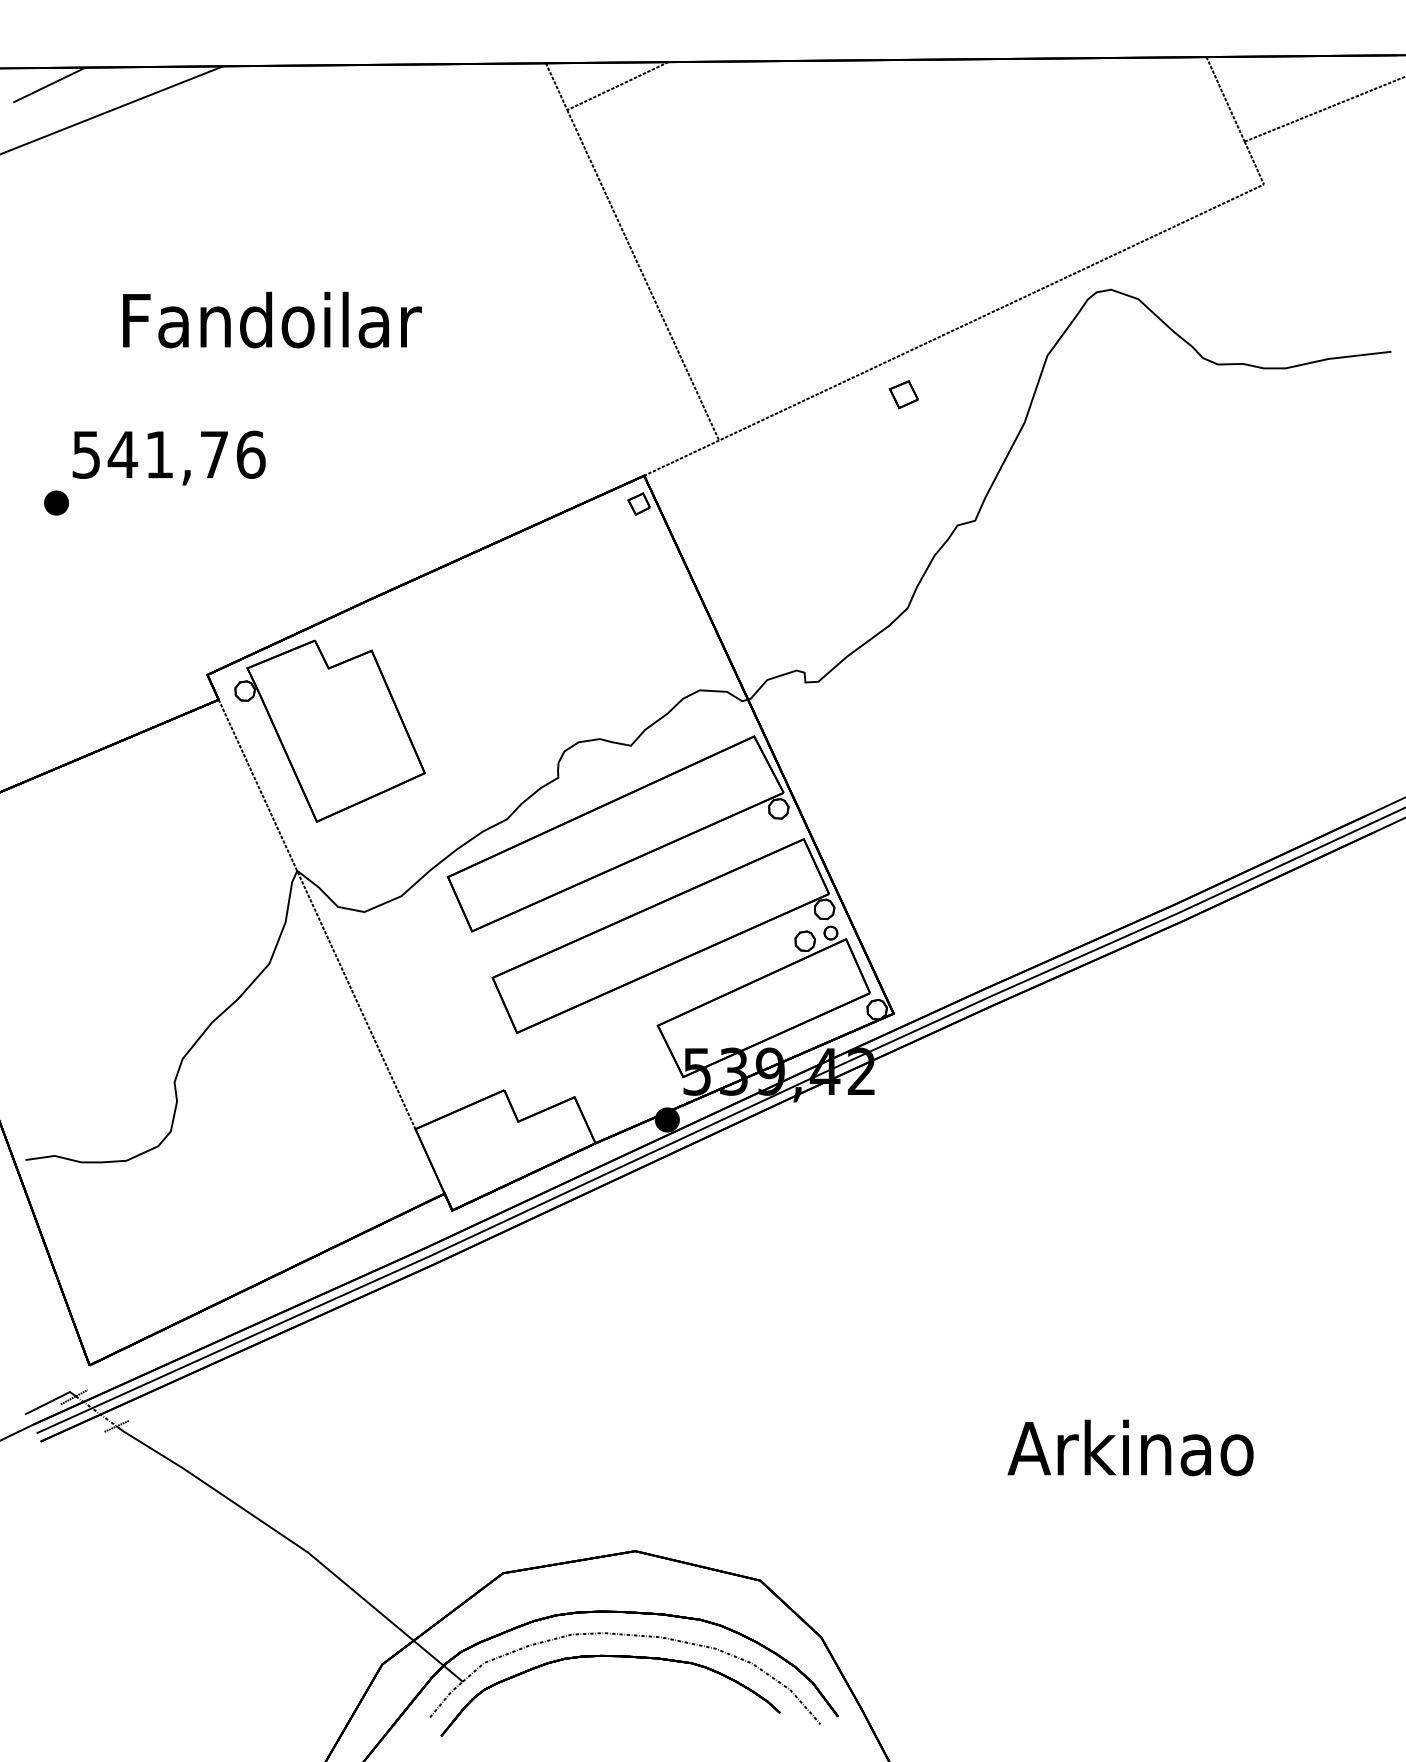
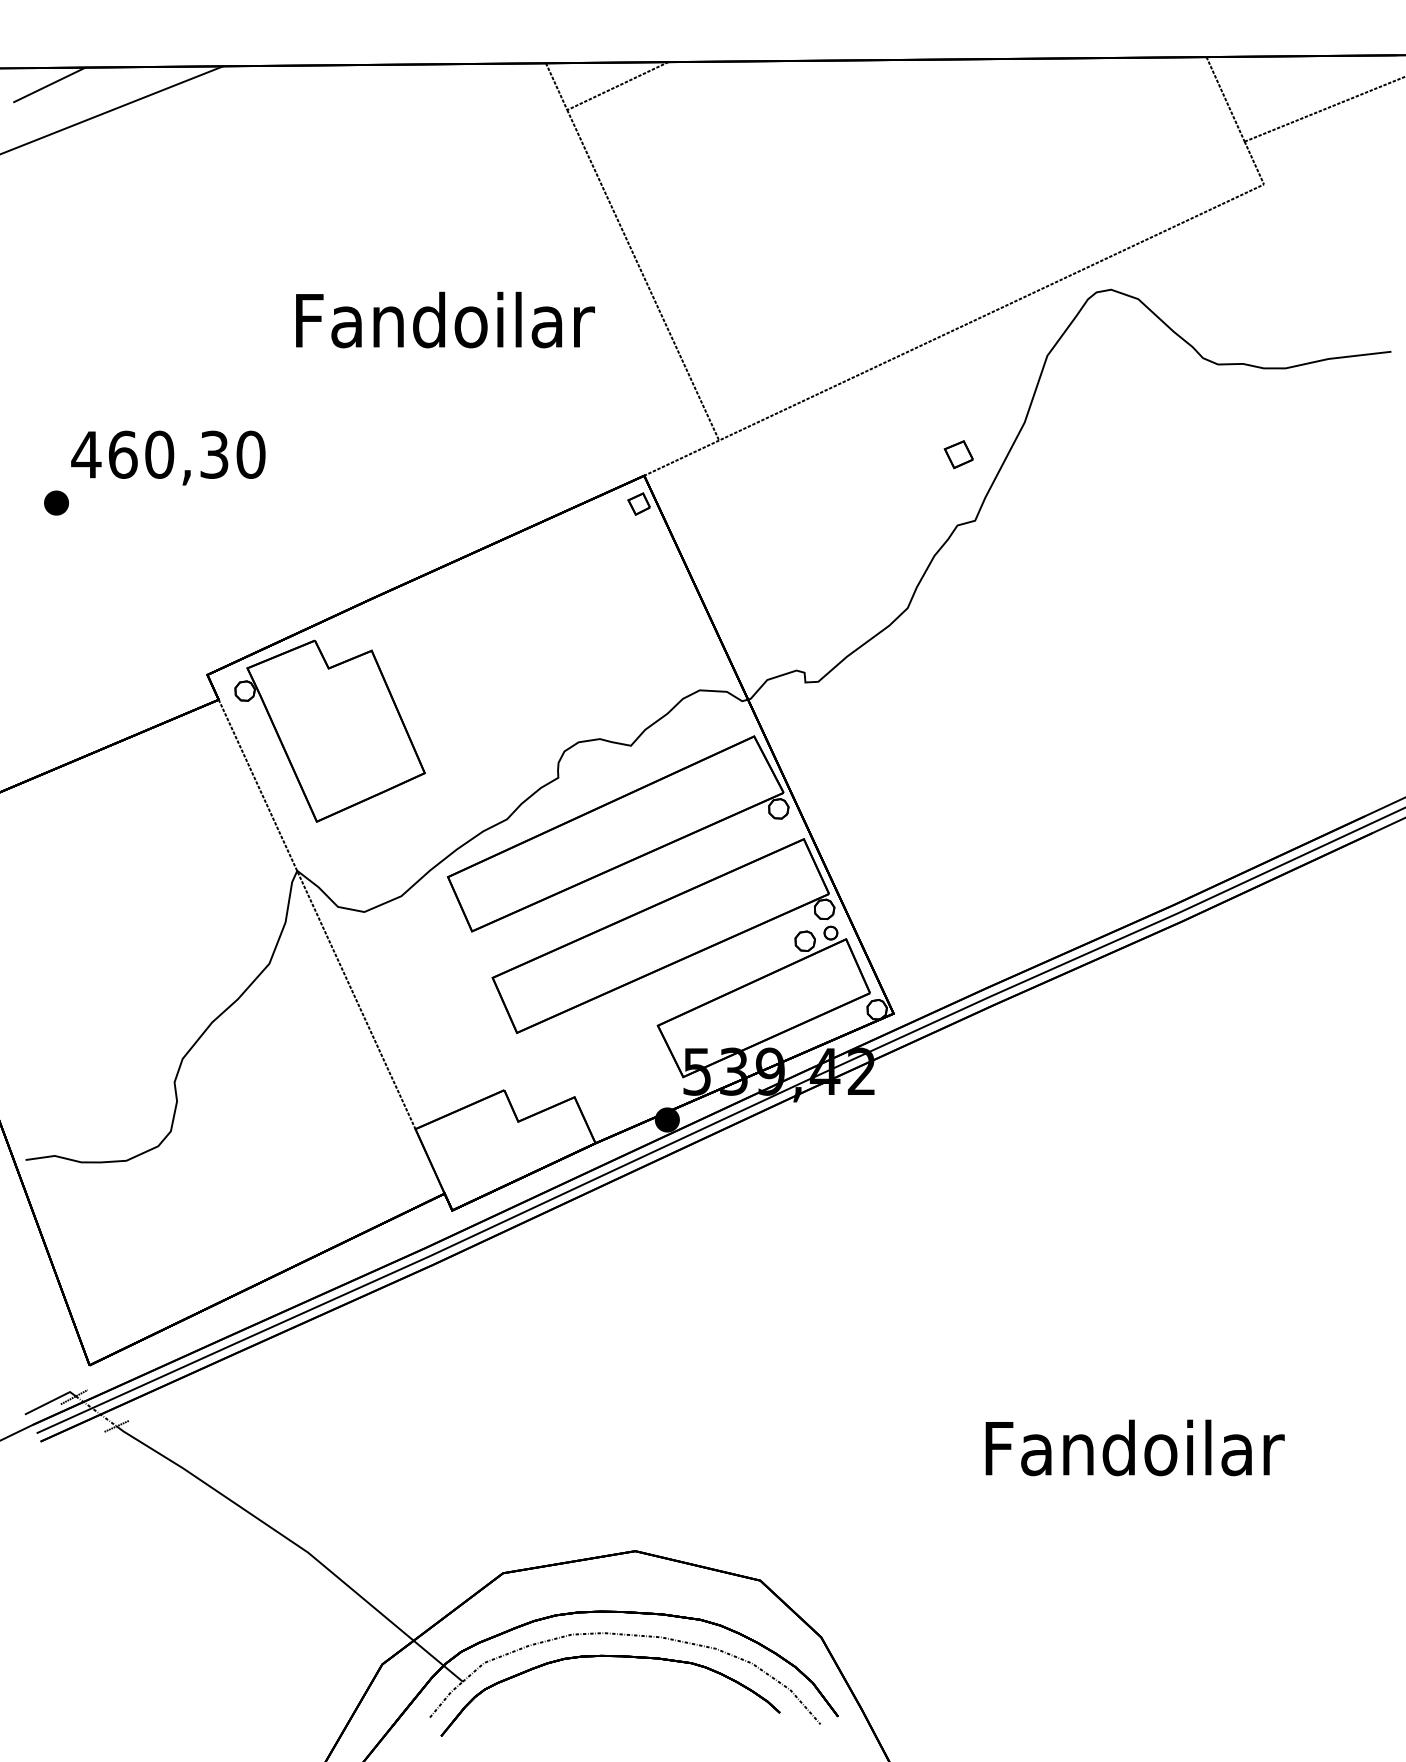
text at (272, 319) position: (272, 319) -> (445, 319)
part at (903, 394) position: (903, 394) -> (958, 454)
text at (168, 454): 541,76 -> 460,30
text at (1134, 1447): Arkinao -> Fandoilar
